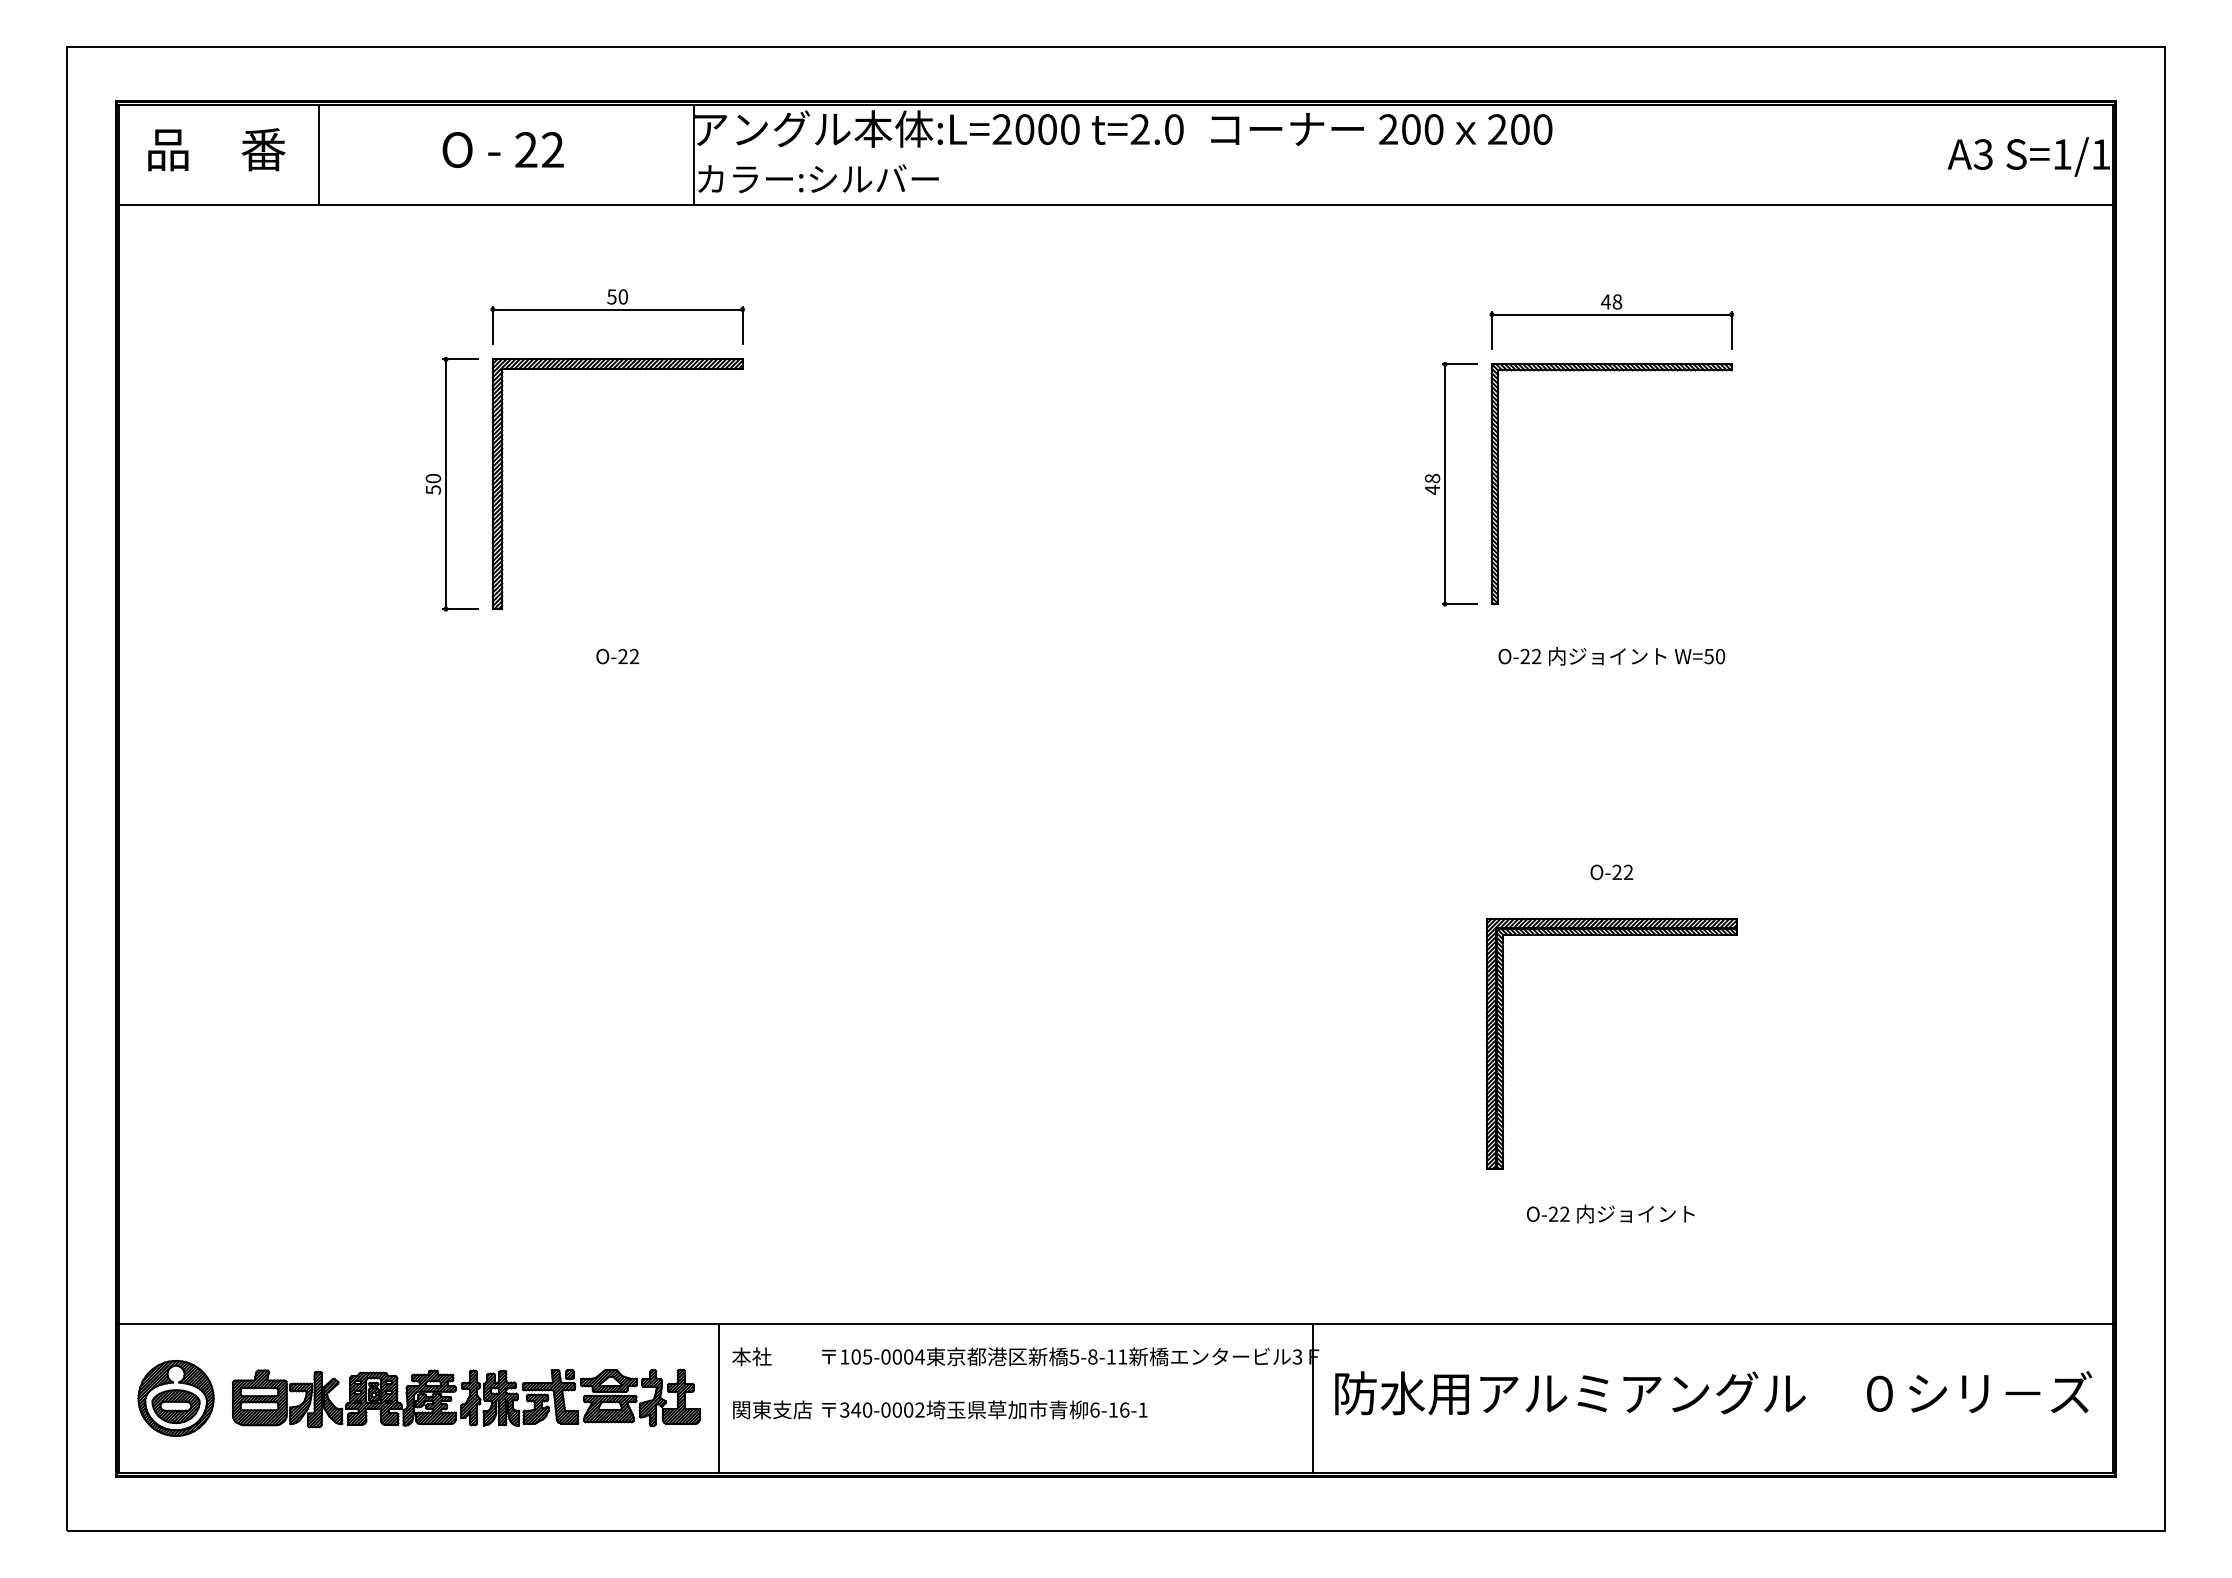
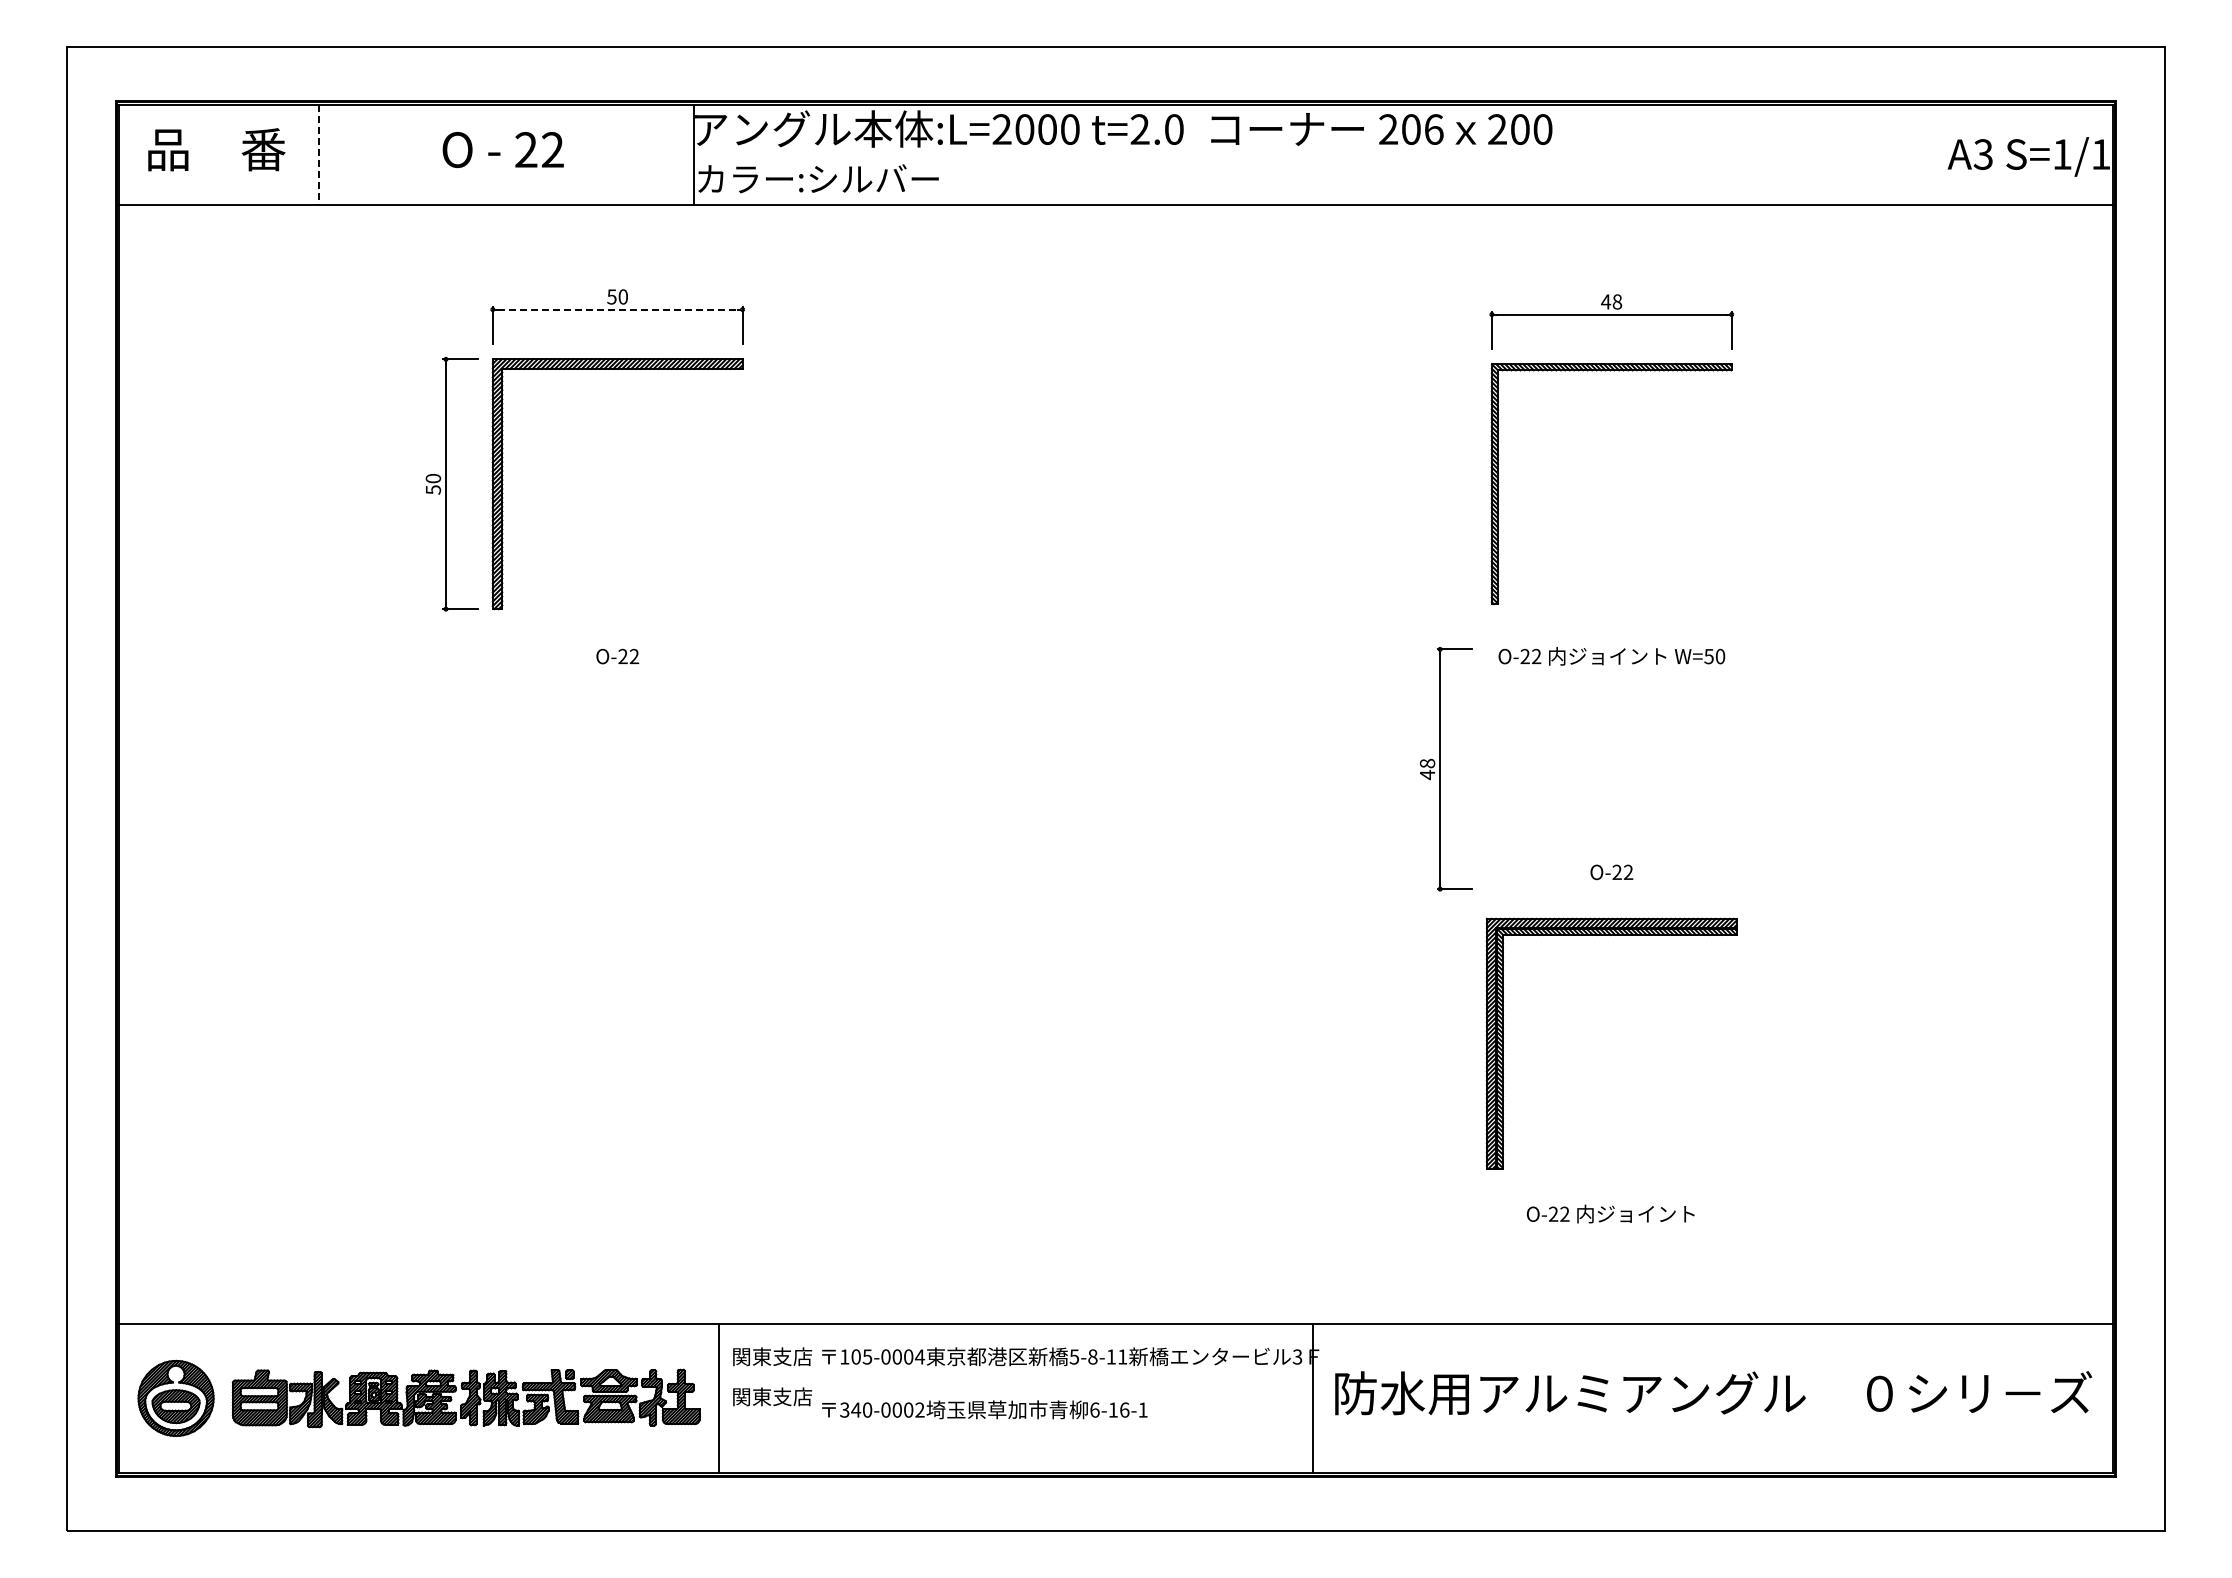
text at (1433, 129): 200 -> 206
line at (319, 154): solid -> dashed
line at (617, 309): solid -> dashed
part at (1450, 484) position: (1450, 484) -> (1445, 769)
text at (772, 1356): 本社 -> 関東支店
text at (772, 1409) position: (772, 1409) -> (772, 1396)
